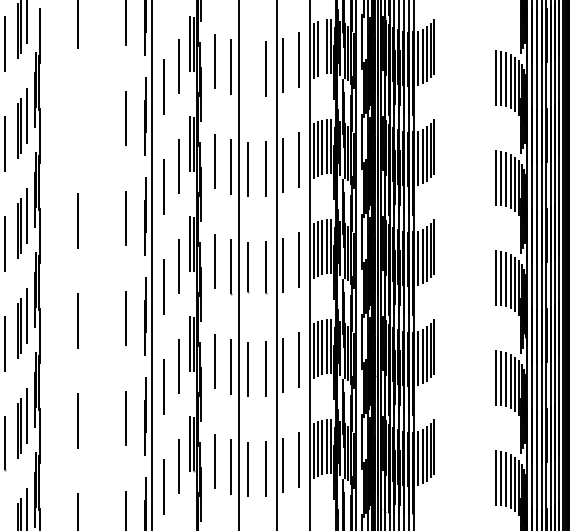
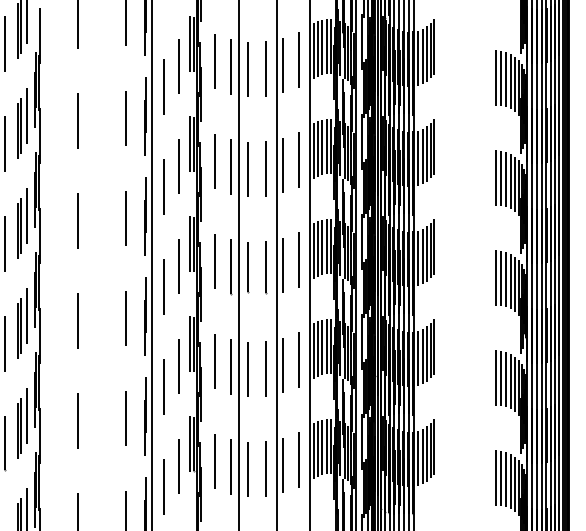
line at (322, 47): none -> present
line at (248, 69): none -> present
line at (78, 120): none -> present
